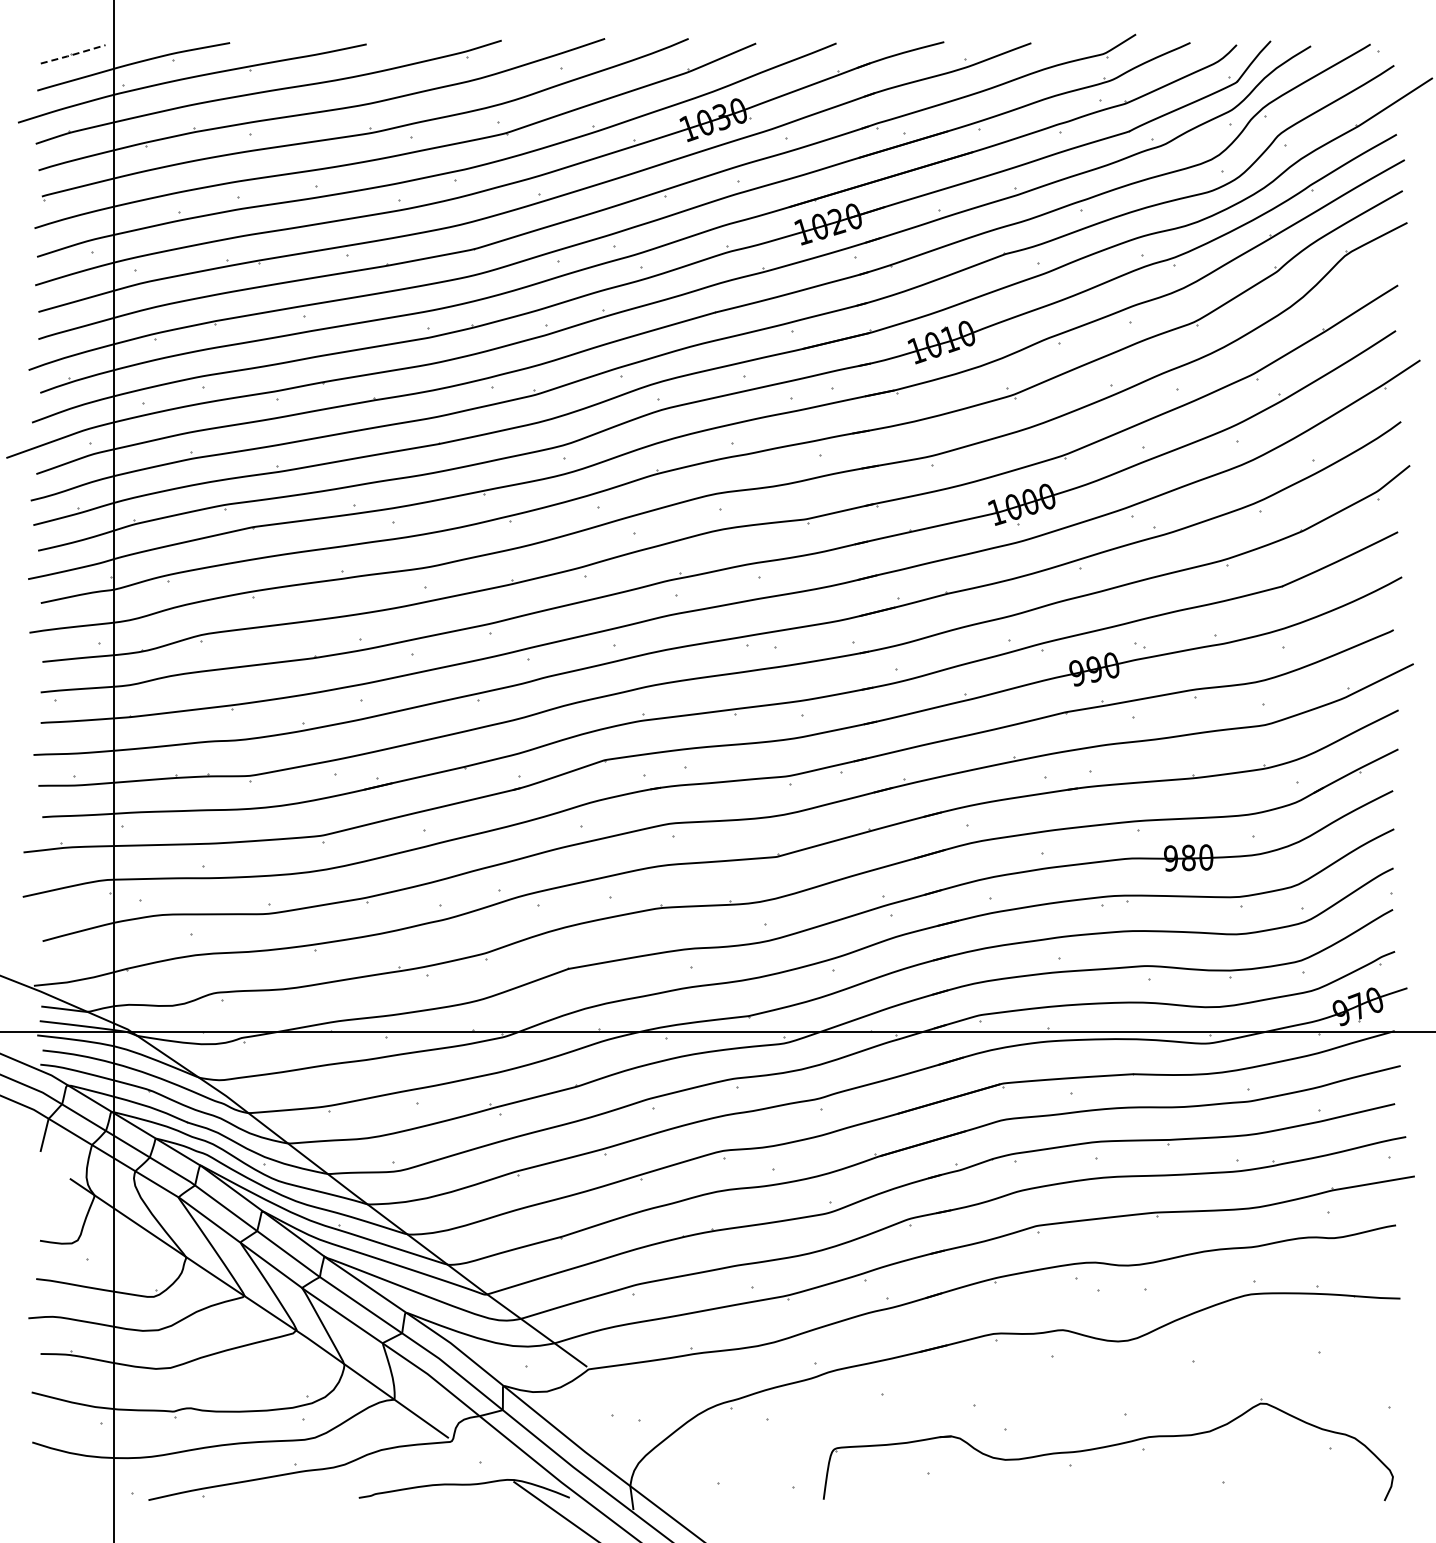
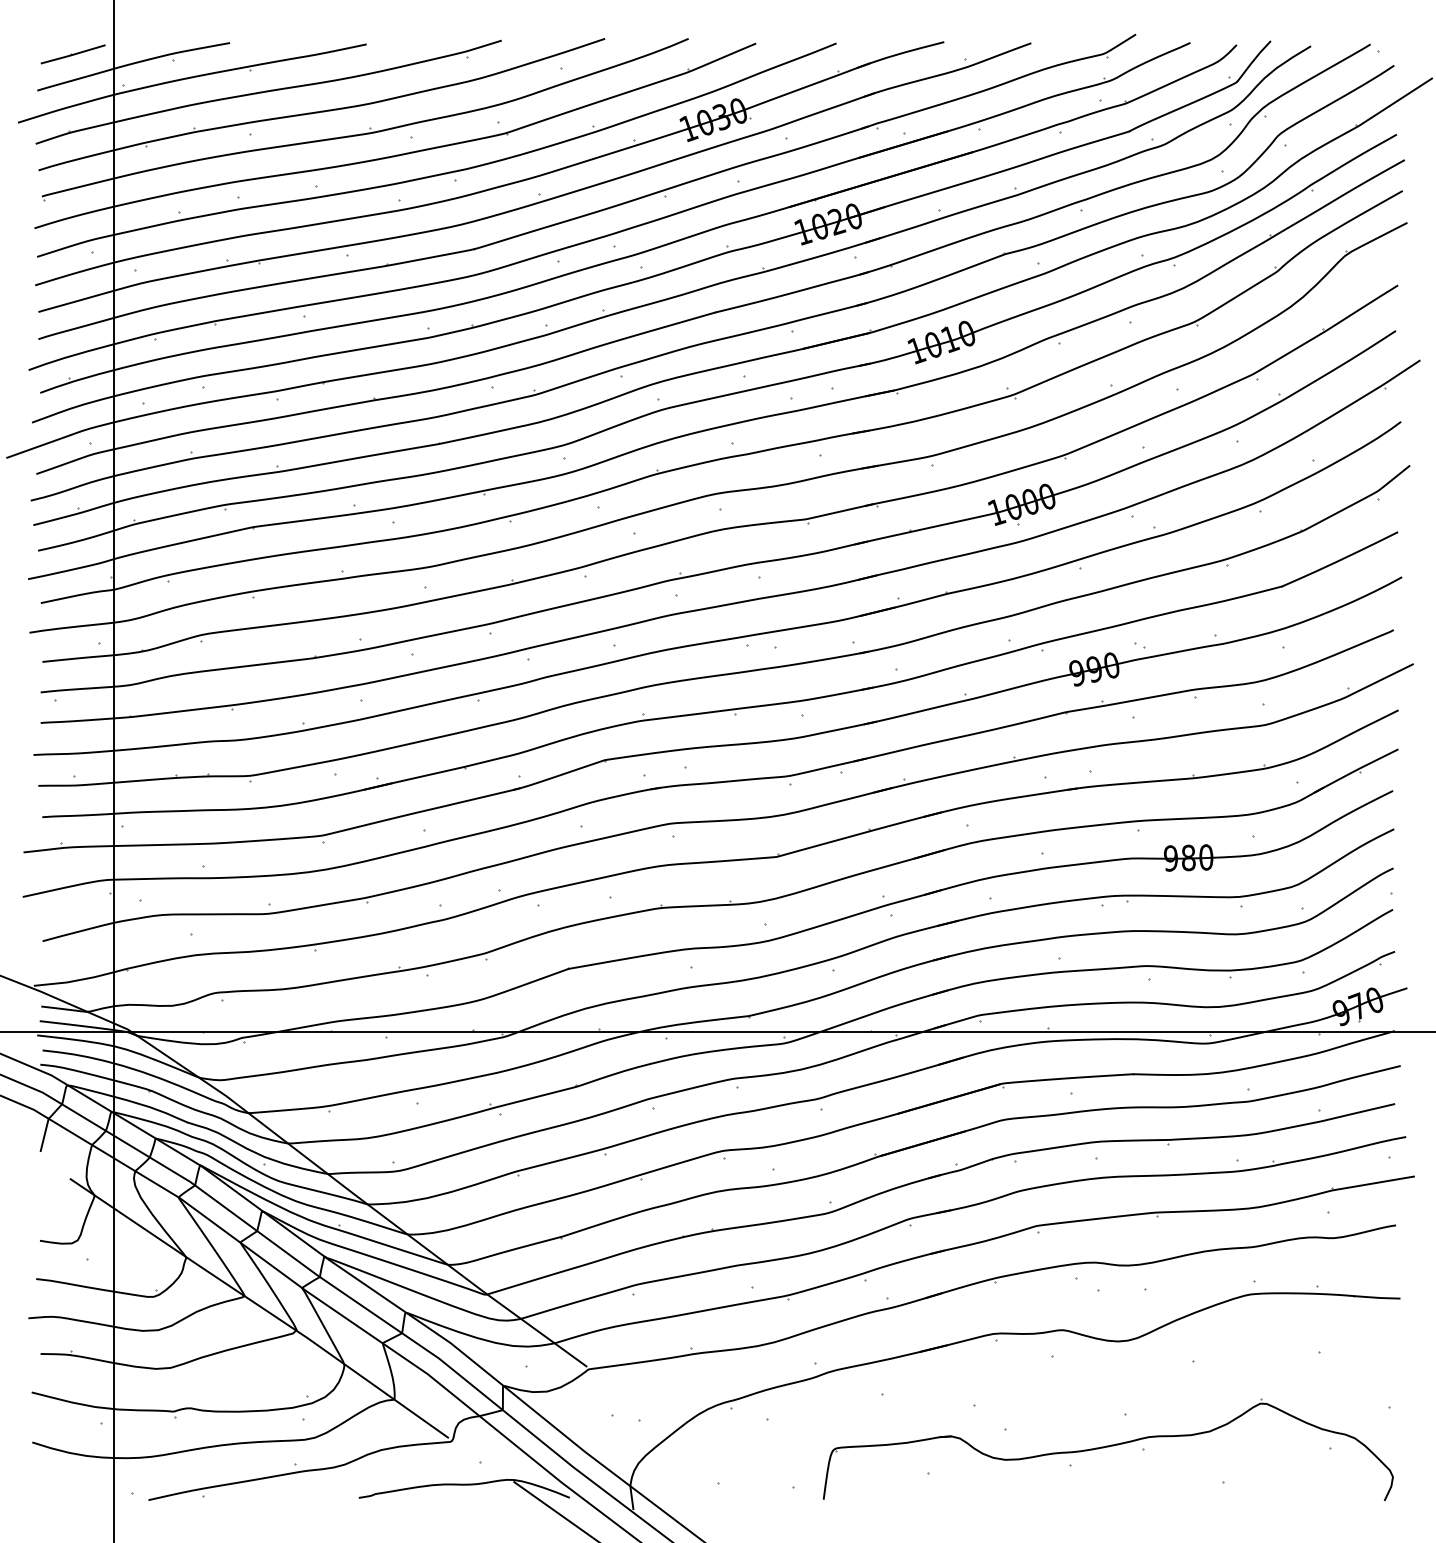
line at (72, 54): dashed -> solid
